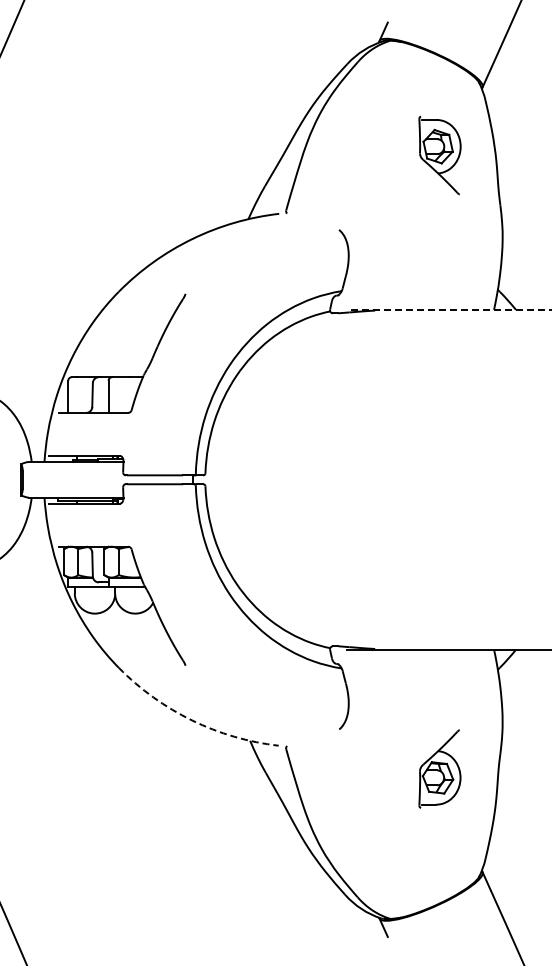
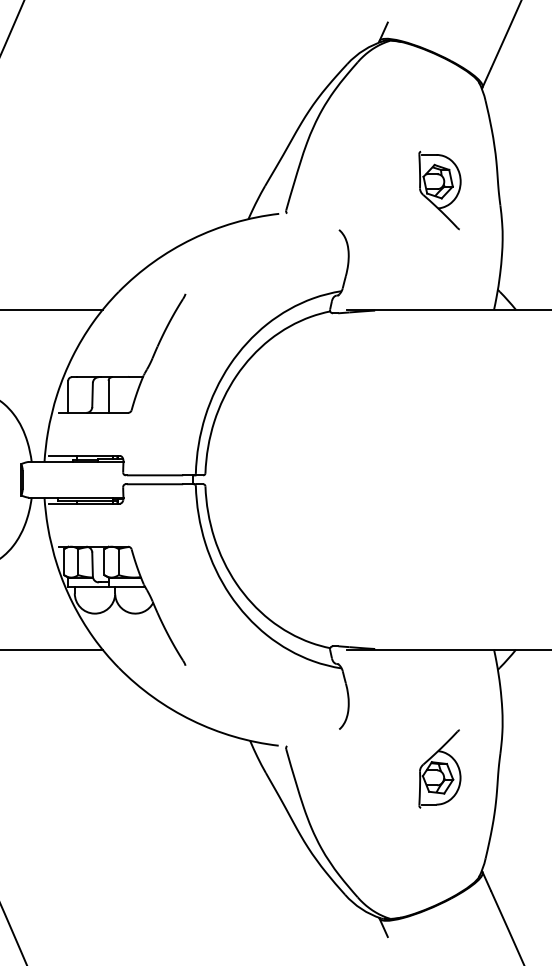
part at (439, 155) position: (439, 155) -> (439, 190)
line at (52, 309): none -> present
line at (449, 309): dashed -> solid
line at (52, 649): none -> present
arc at (192, 720): dashed -> solid
